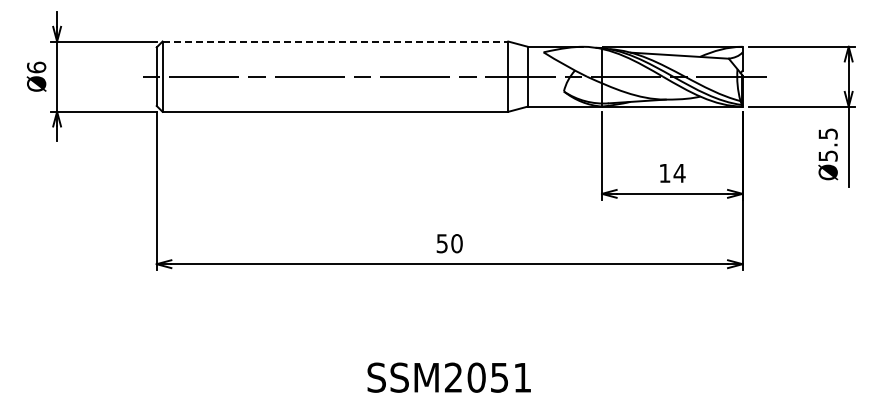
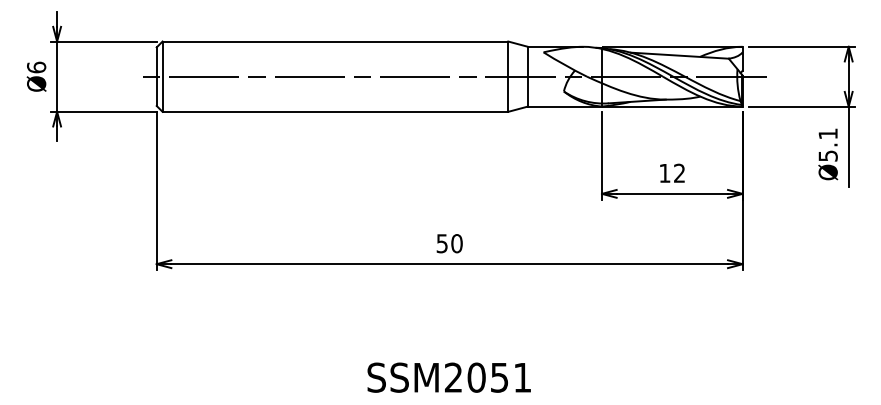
line at (335, 41): dashed -> solid
text at (827, 133): Ø5.5 -> Ø5.1
text at (679, 172): 14 -> 12
